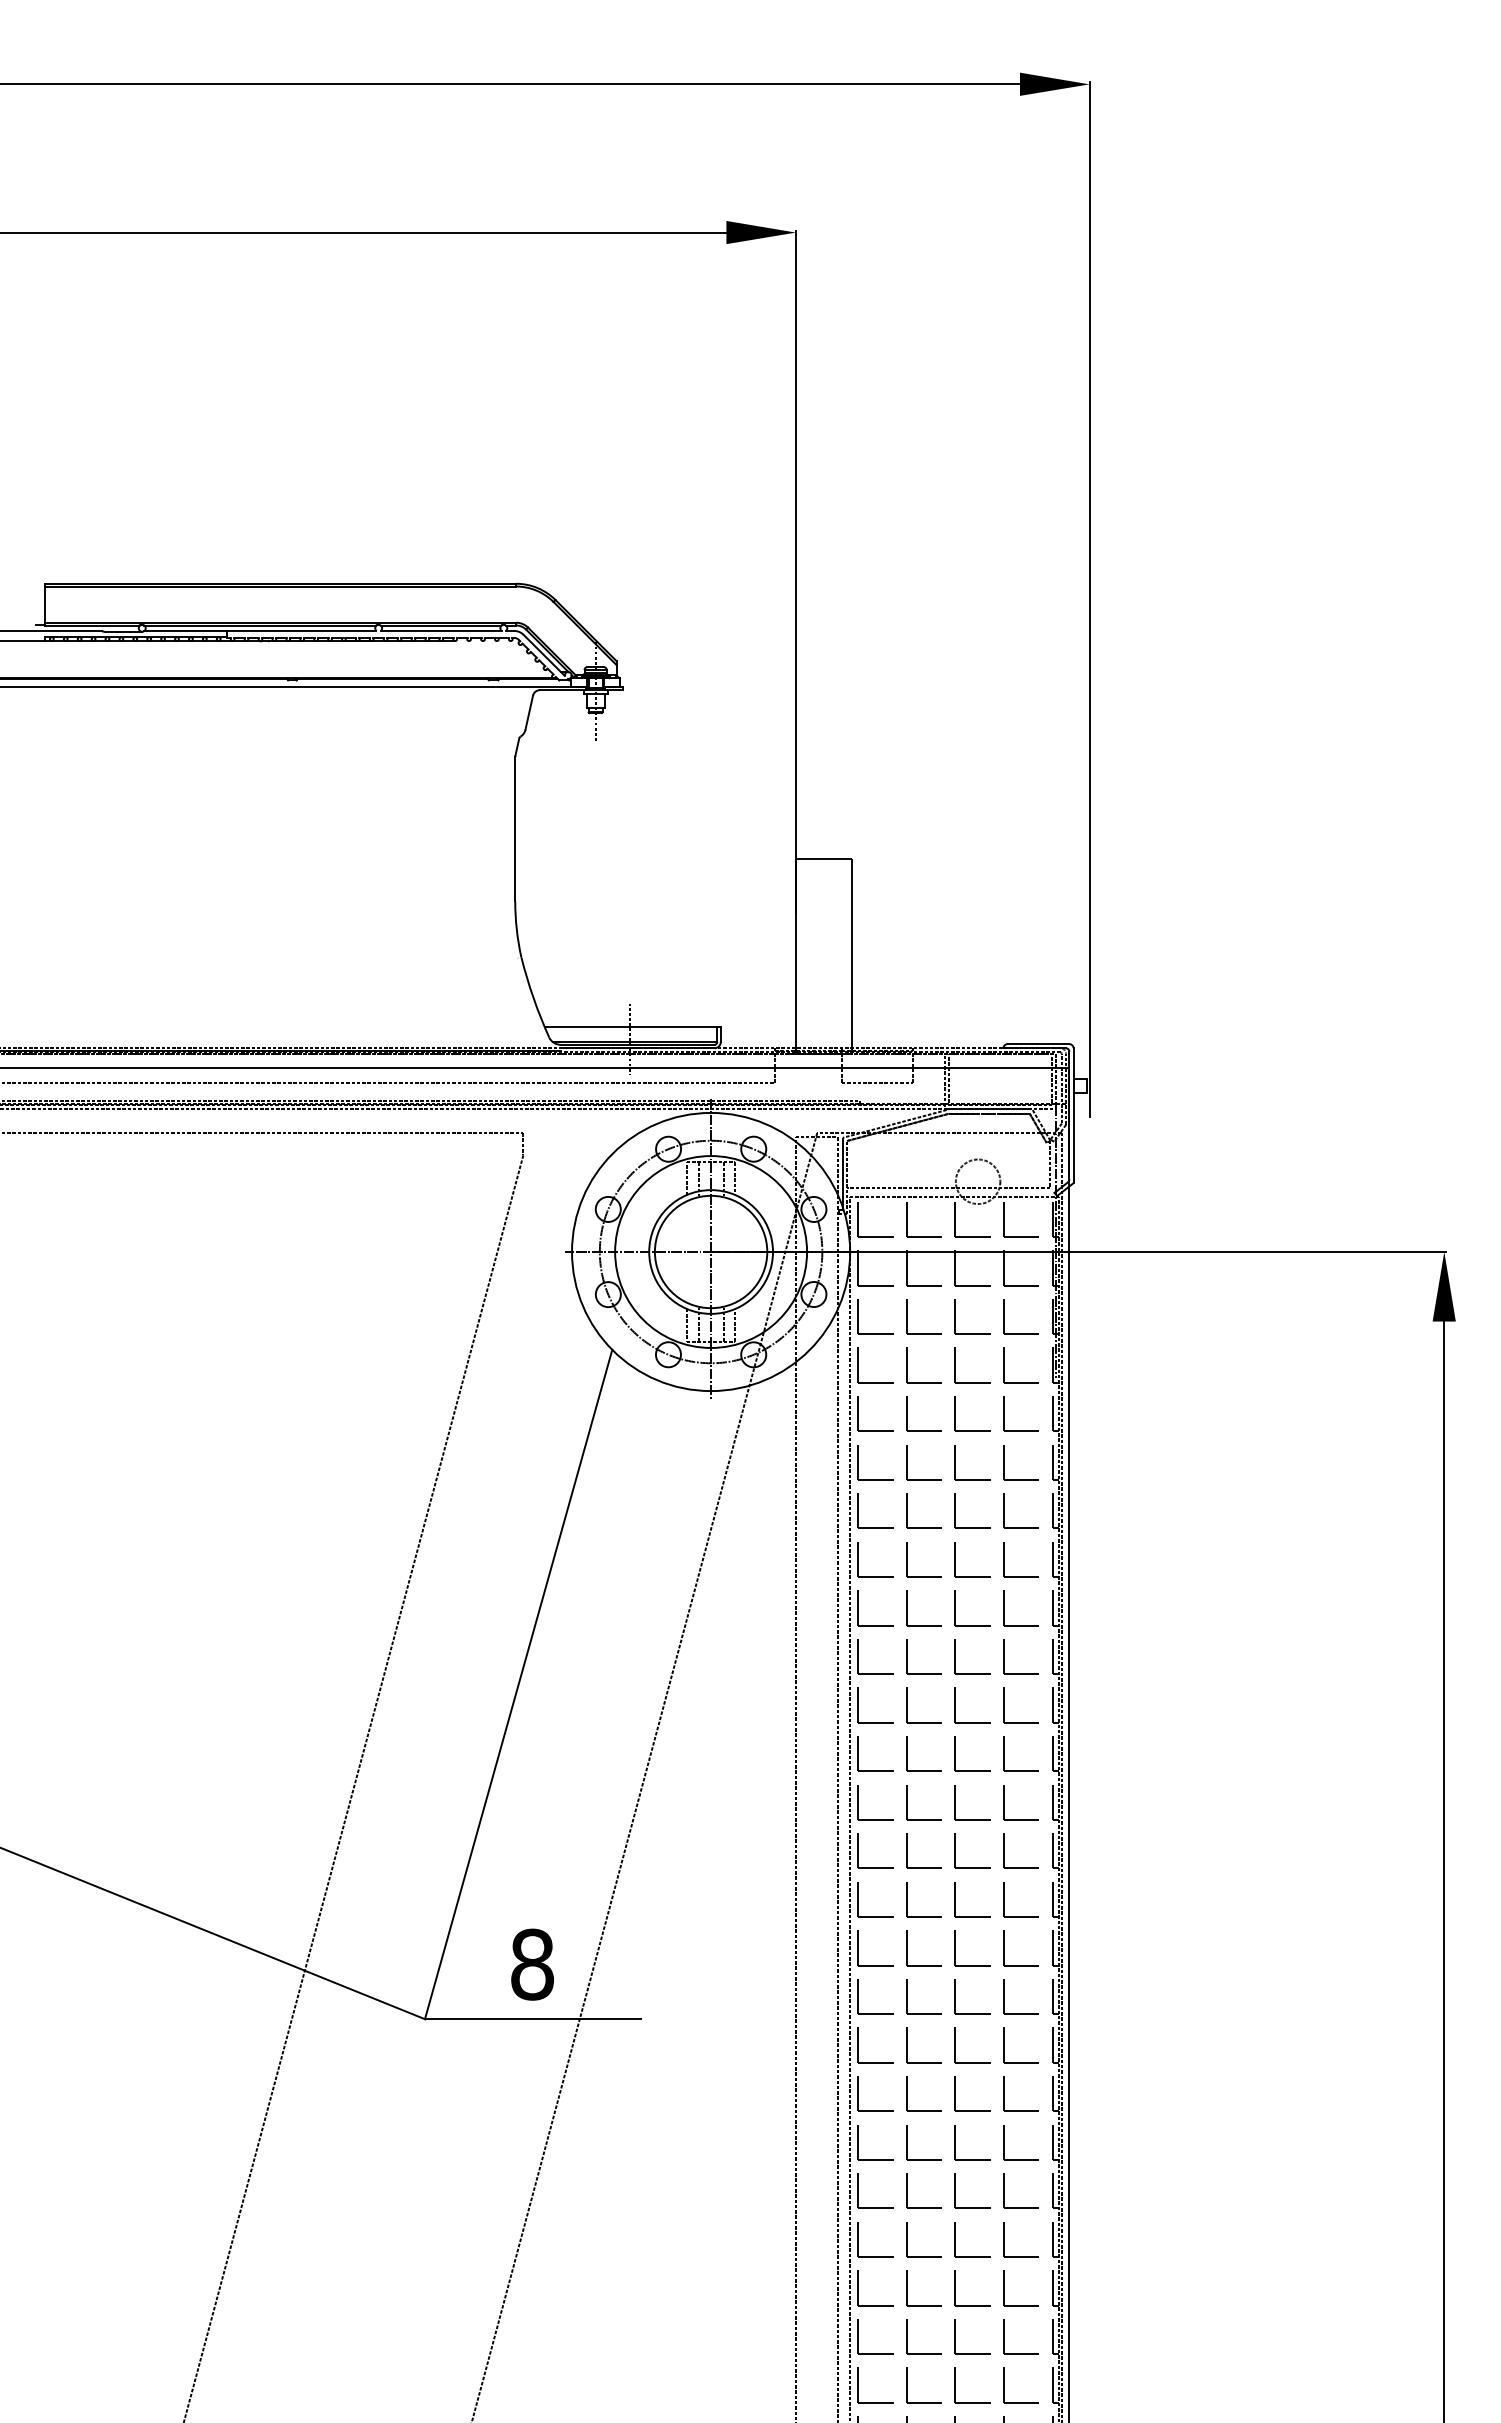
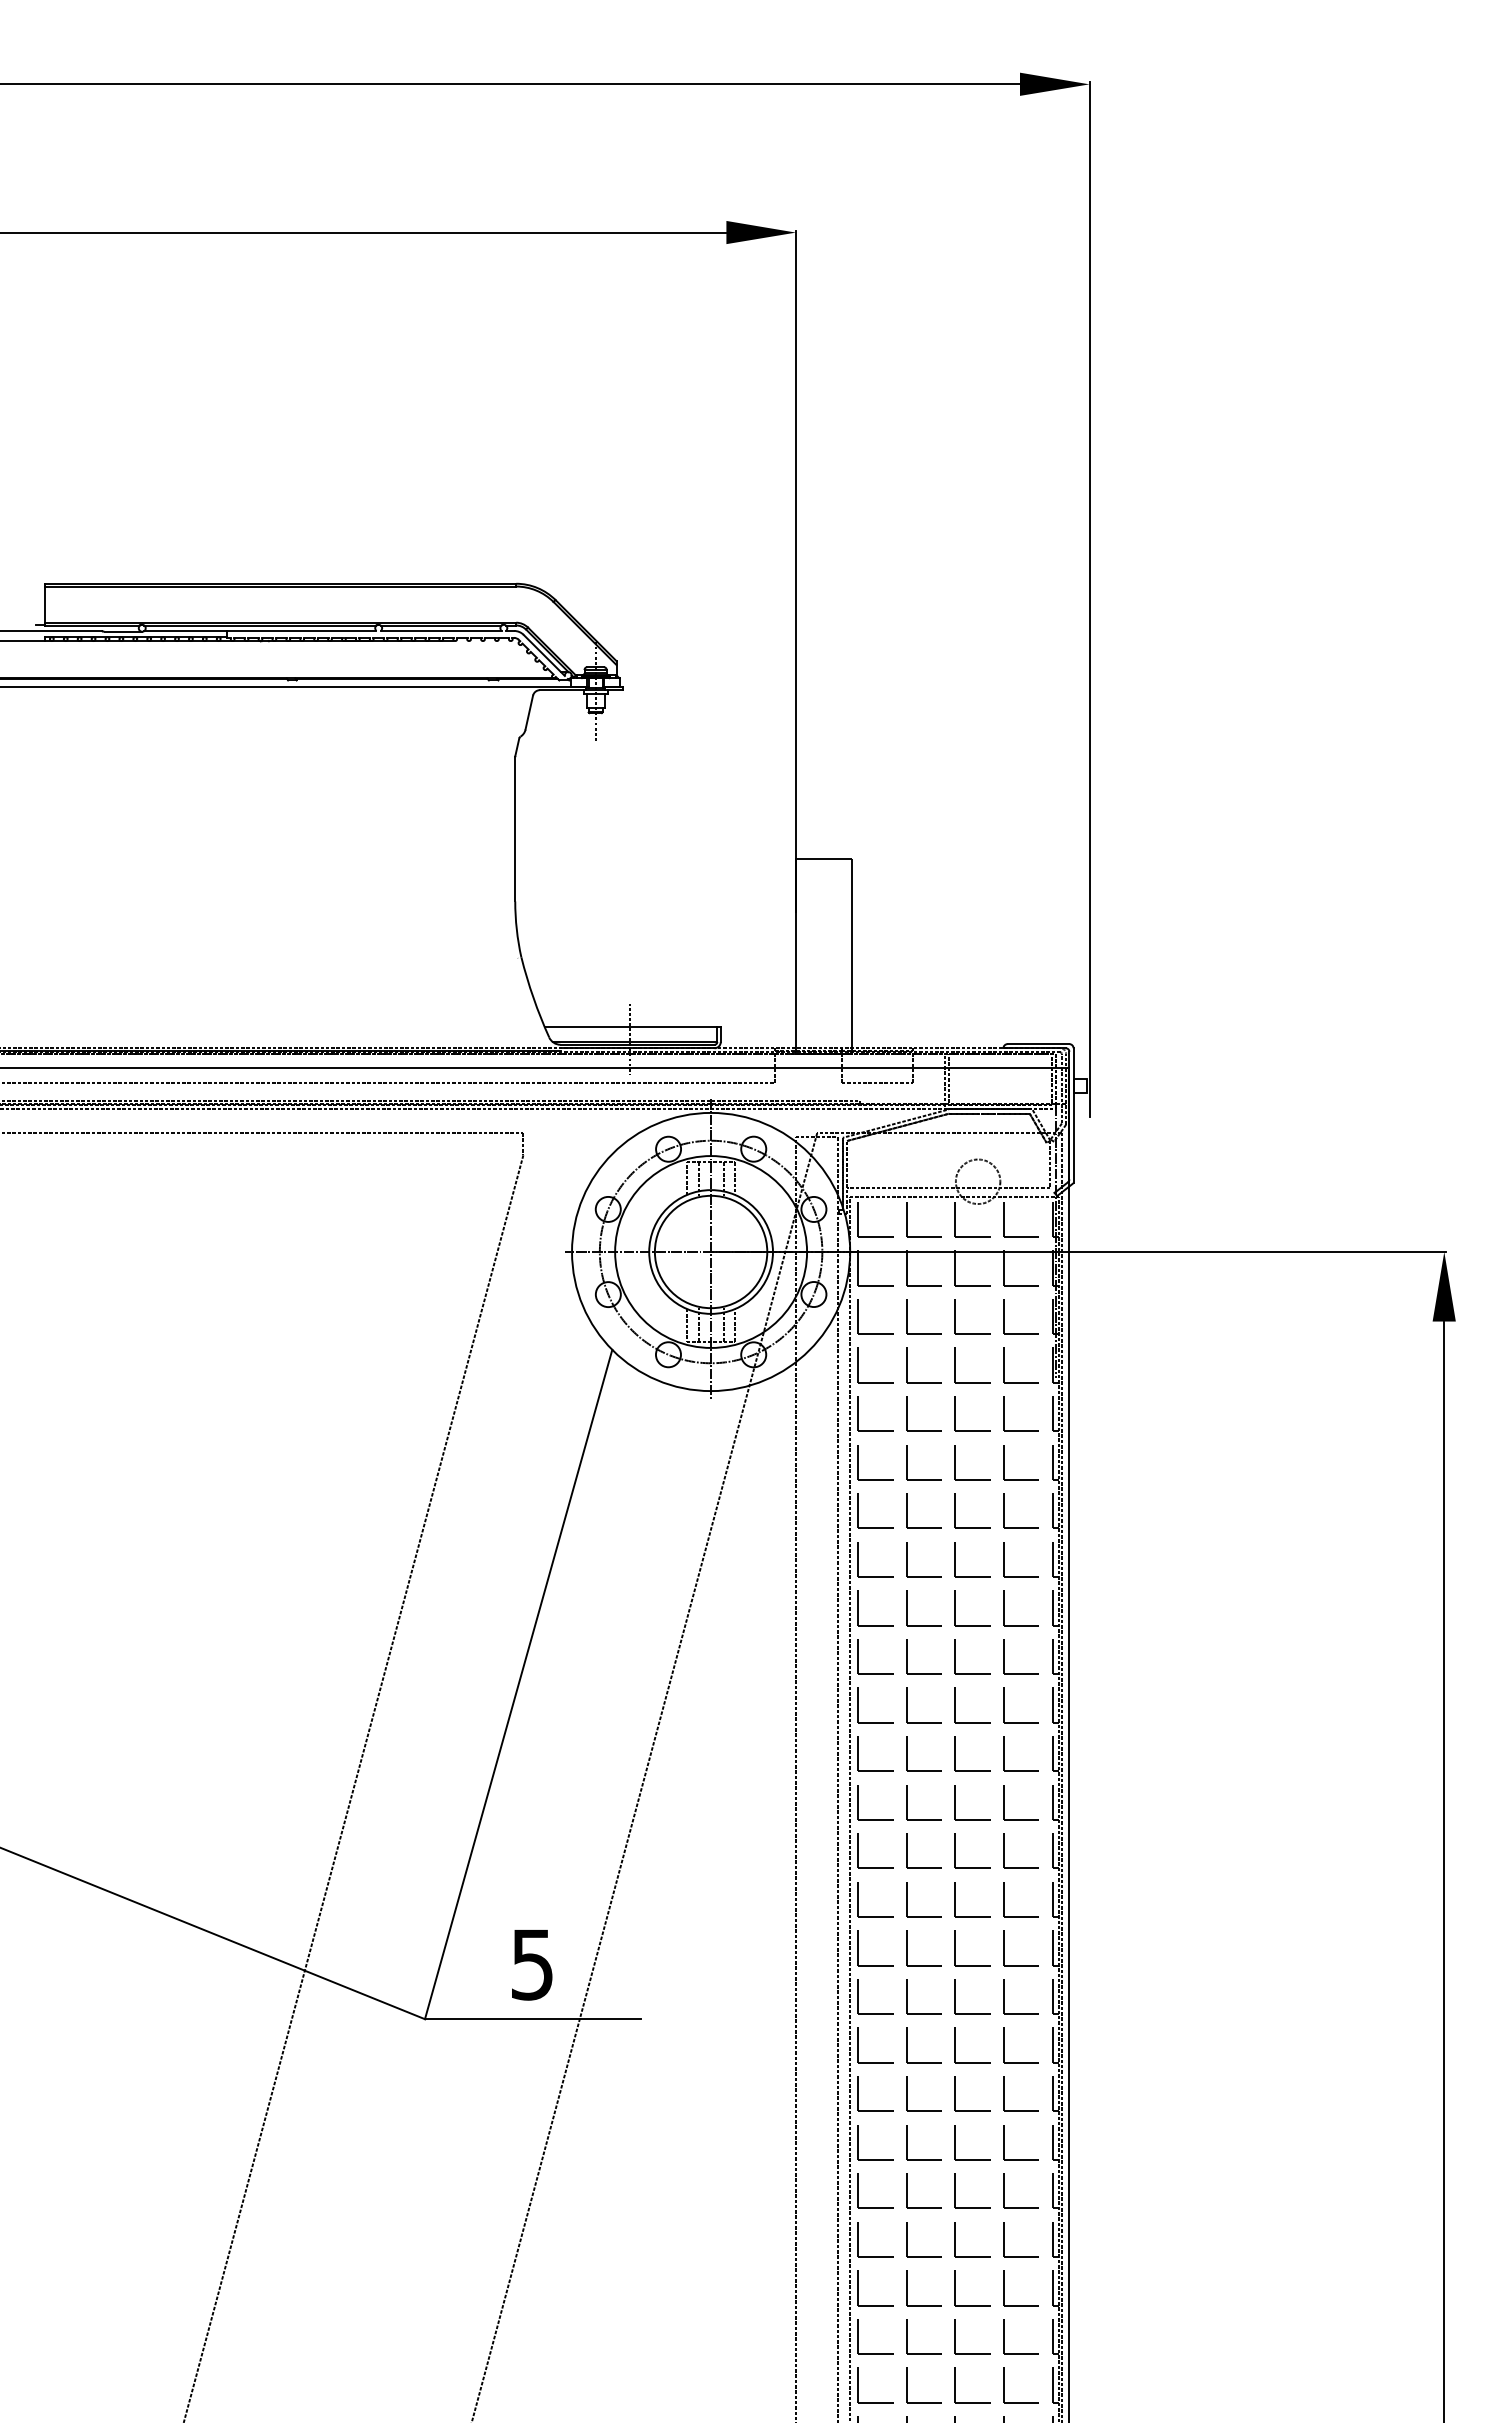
text at (532, 1964): 8 -> 5
